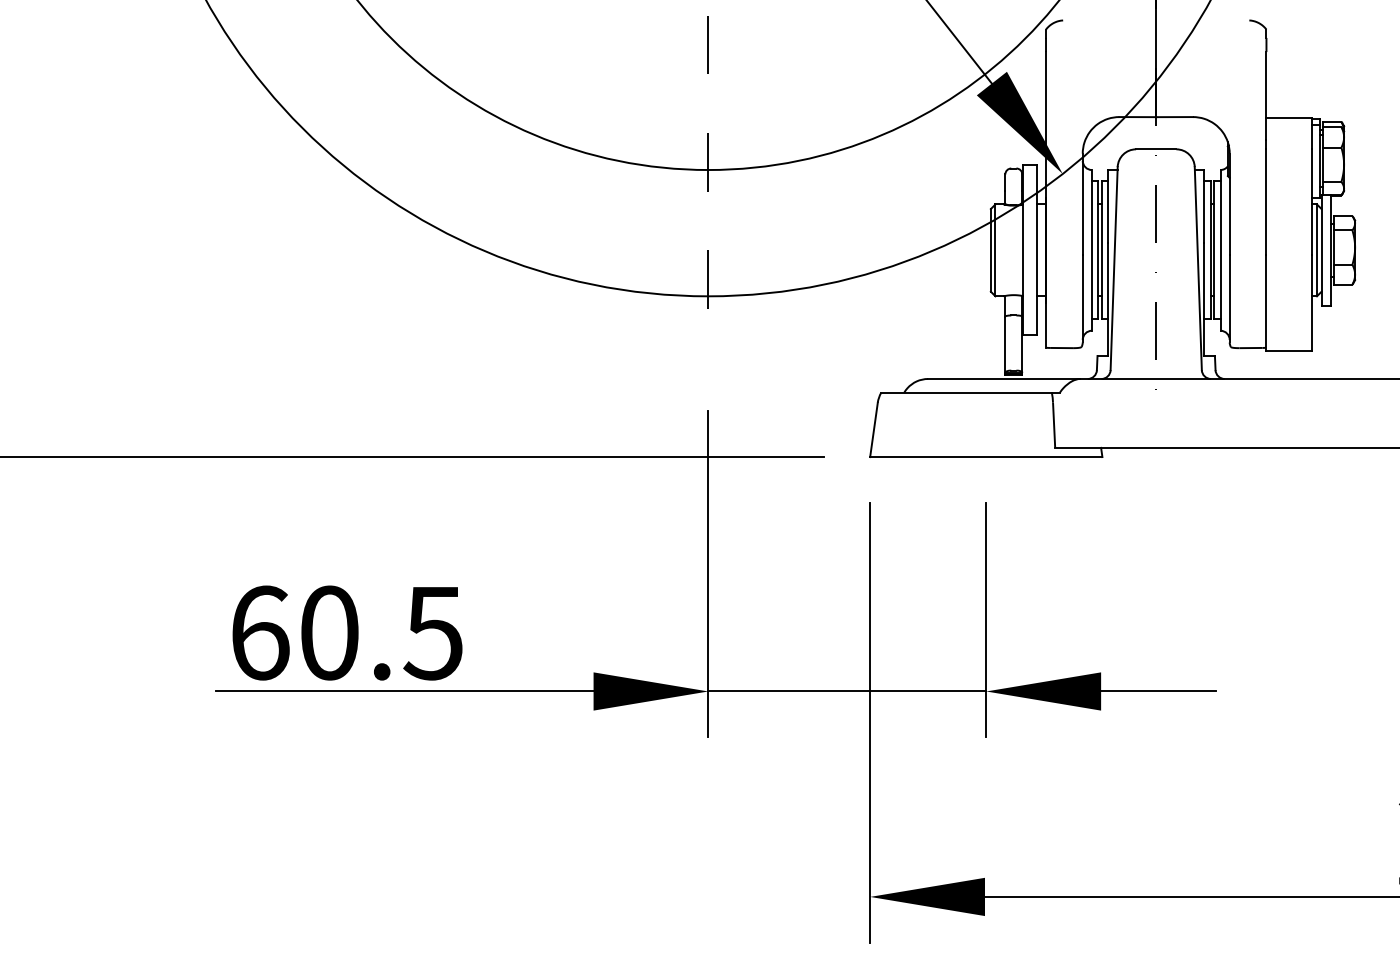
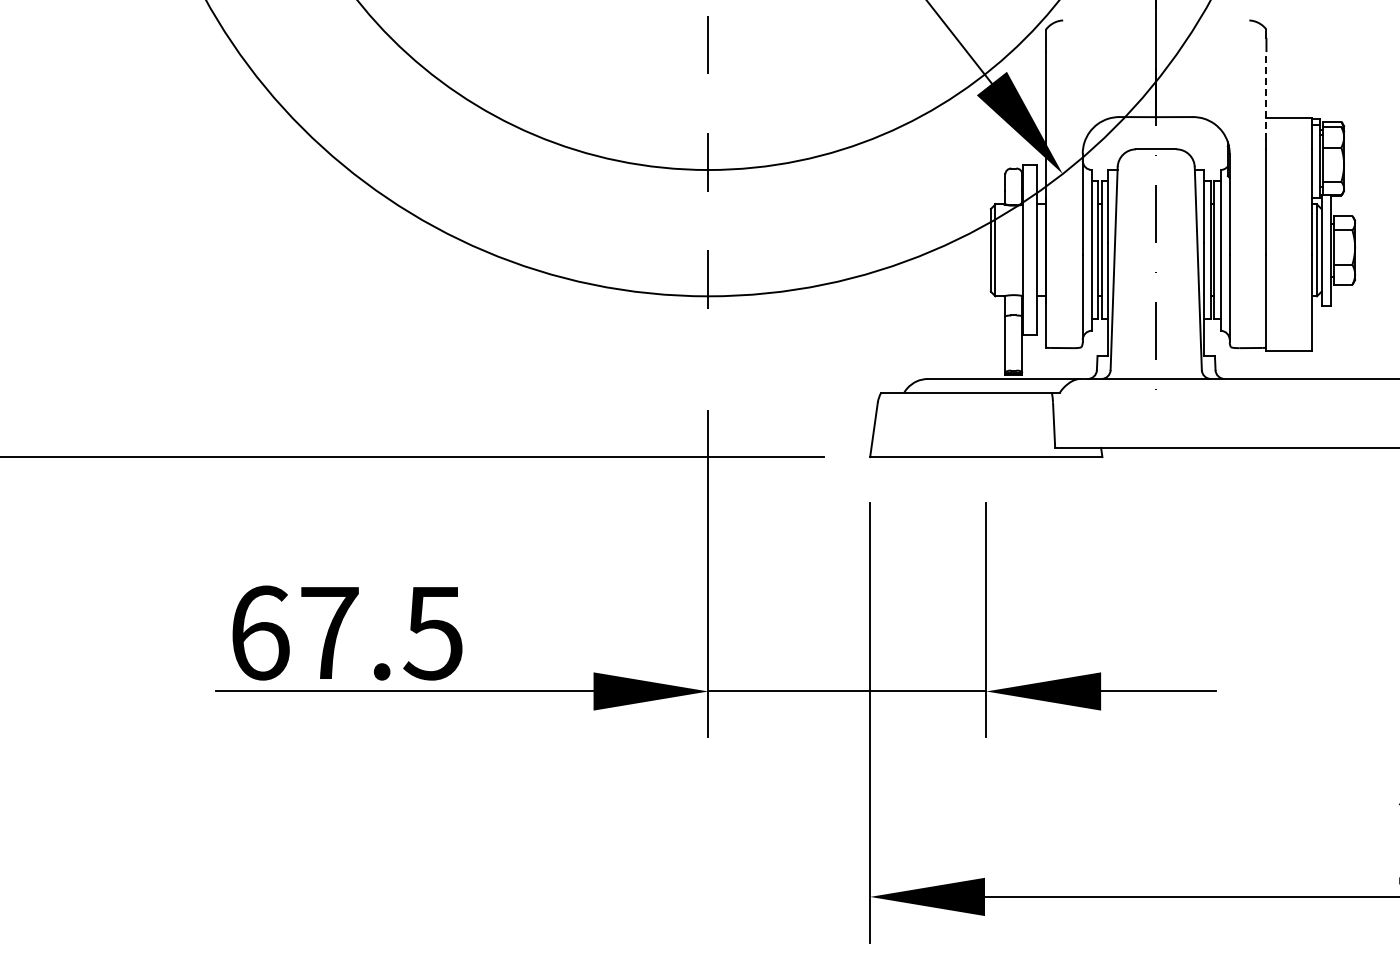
line at (1266, 95): solid -> dashed
text at (329, 632): 60.5 -> 67.5
